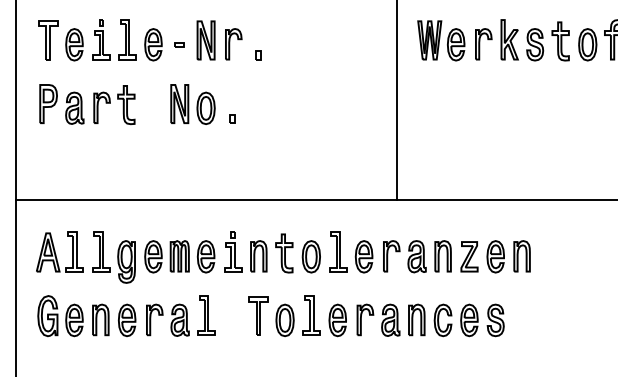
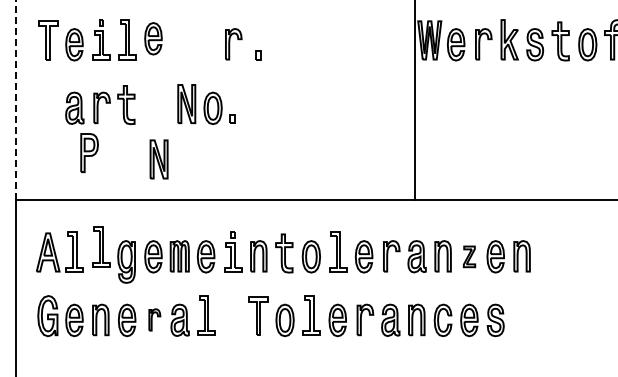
part at (205, 40) position: (205, 40) -> (158, 159)
part at (153, 44) position: (153, 44) -> (153, 38)
part at (179, 44): present -> none
line at (15, 99): solid -> dashed
line at (397, 100) position: (397, 100) -> (415, 100)
part at (48, 103) position: (48, 103) -> (89, 152)
part at (192, 104) position: (192, 104) -> (199, 104)
part at (101, 251) position: (101, 251) -> (101, 246)
part at (469, 256) size: 19x32 px -> 15x24 px
part at (154, 319) size: 18x34 px -> 14x24 px
